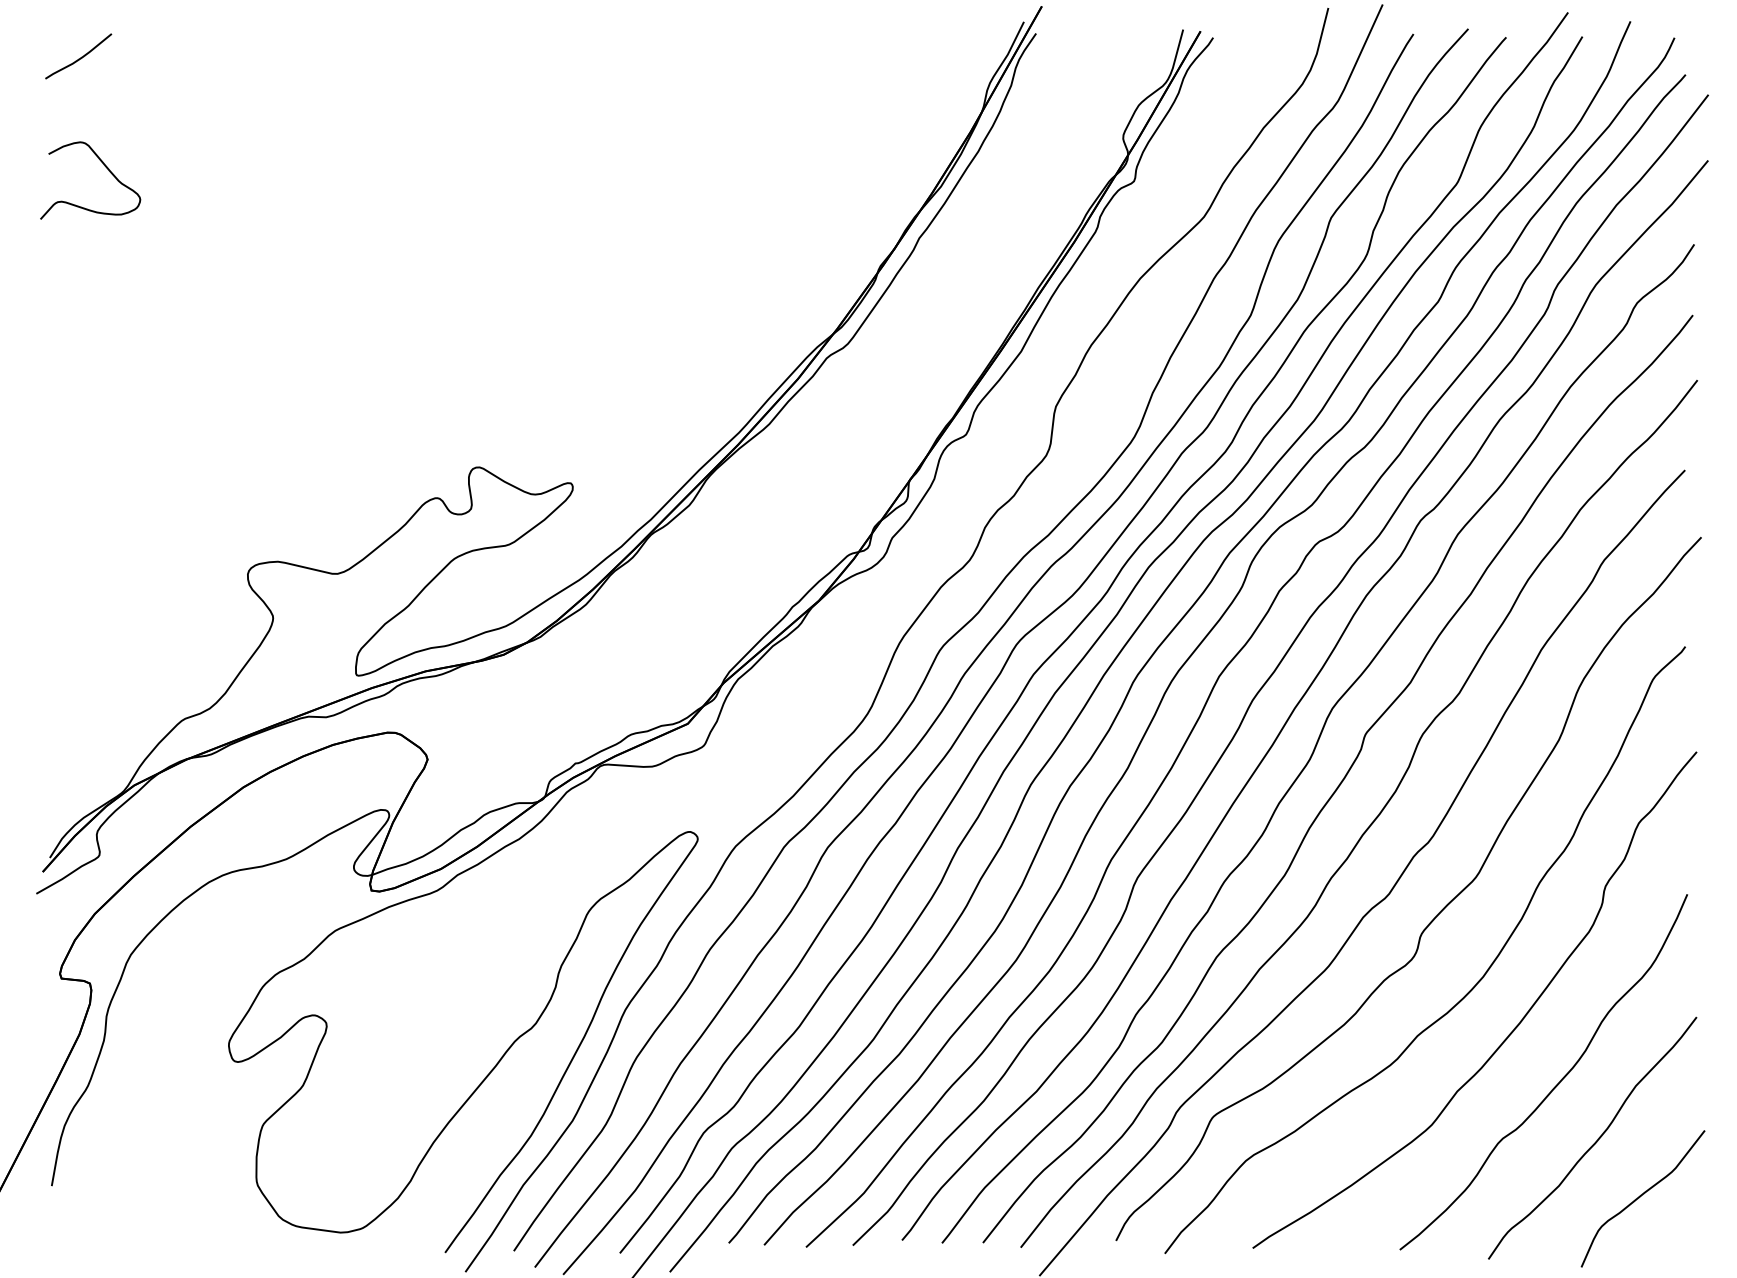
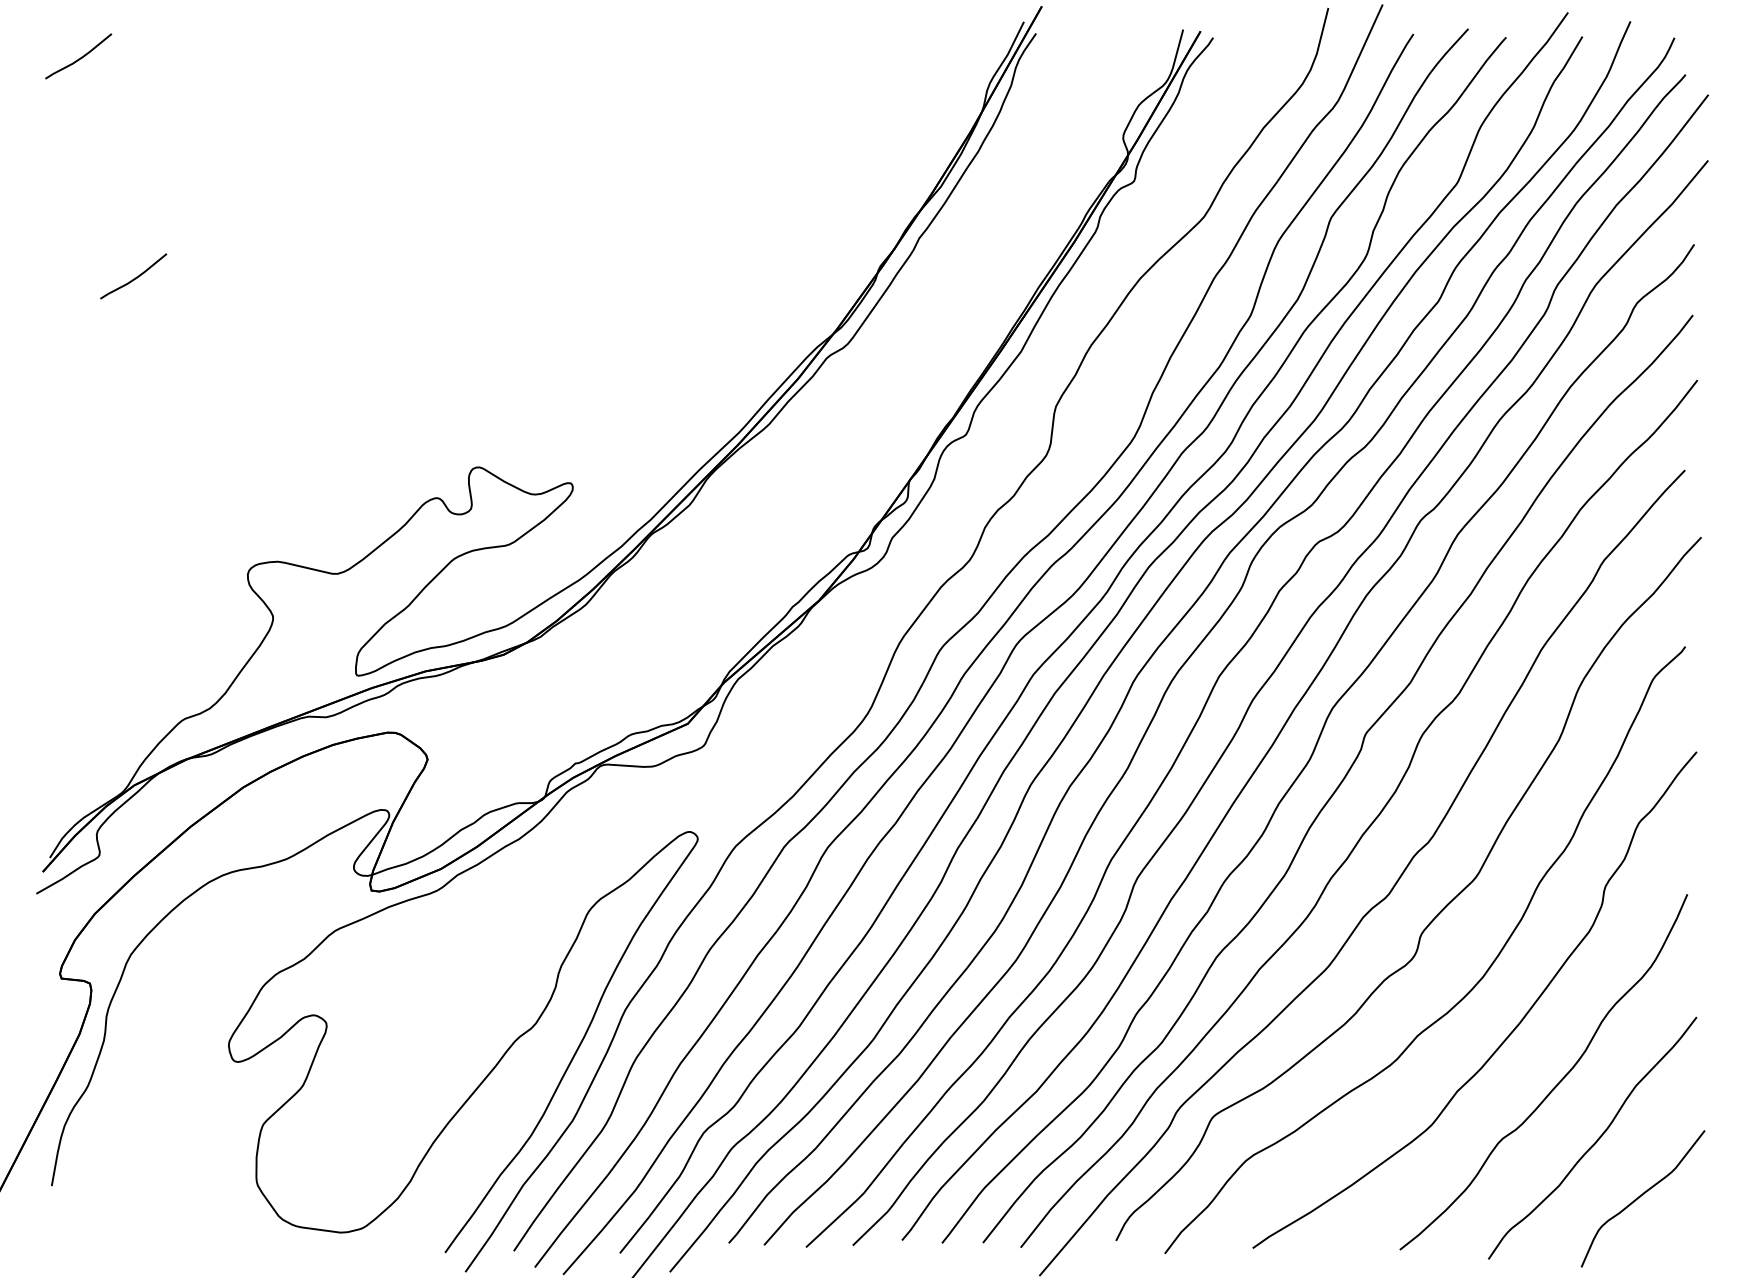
curve at (104, 166): present -> none
curve at (133, 278): none -> present
